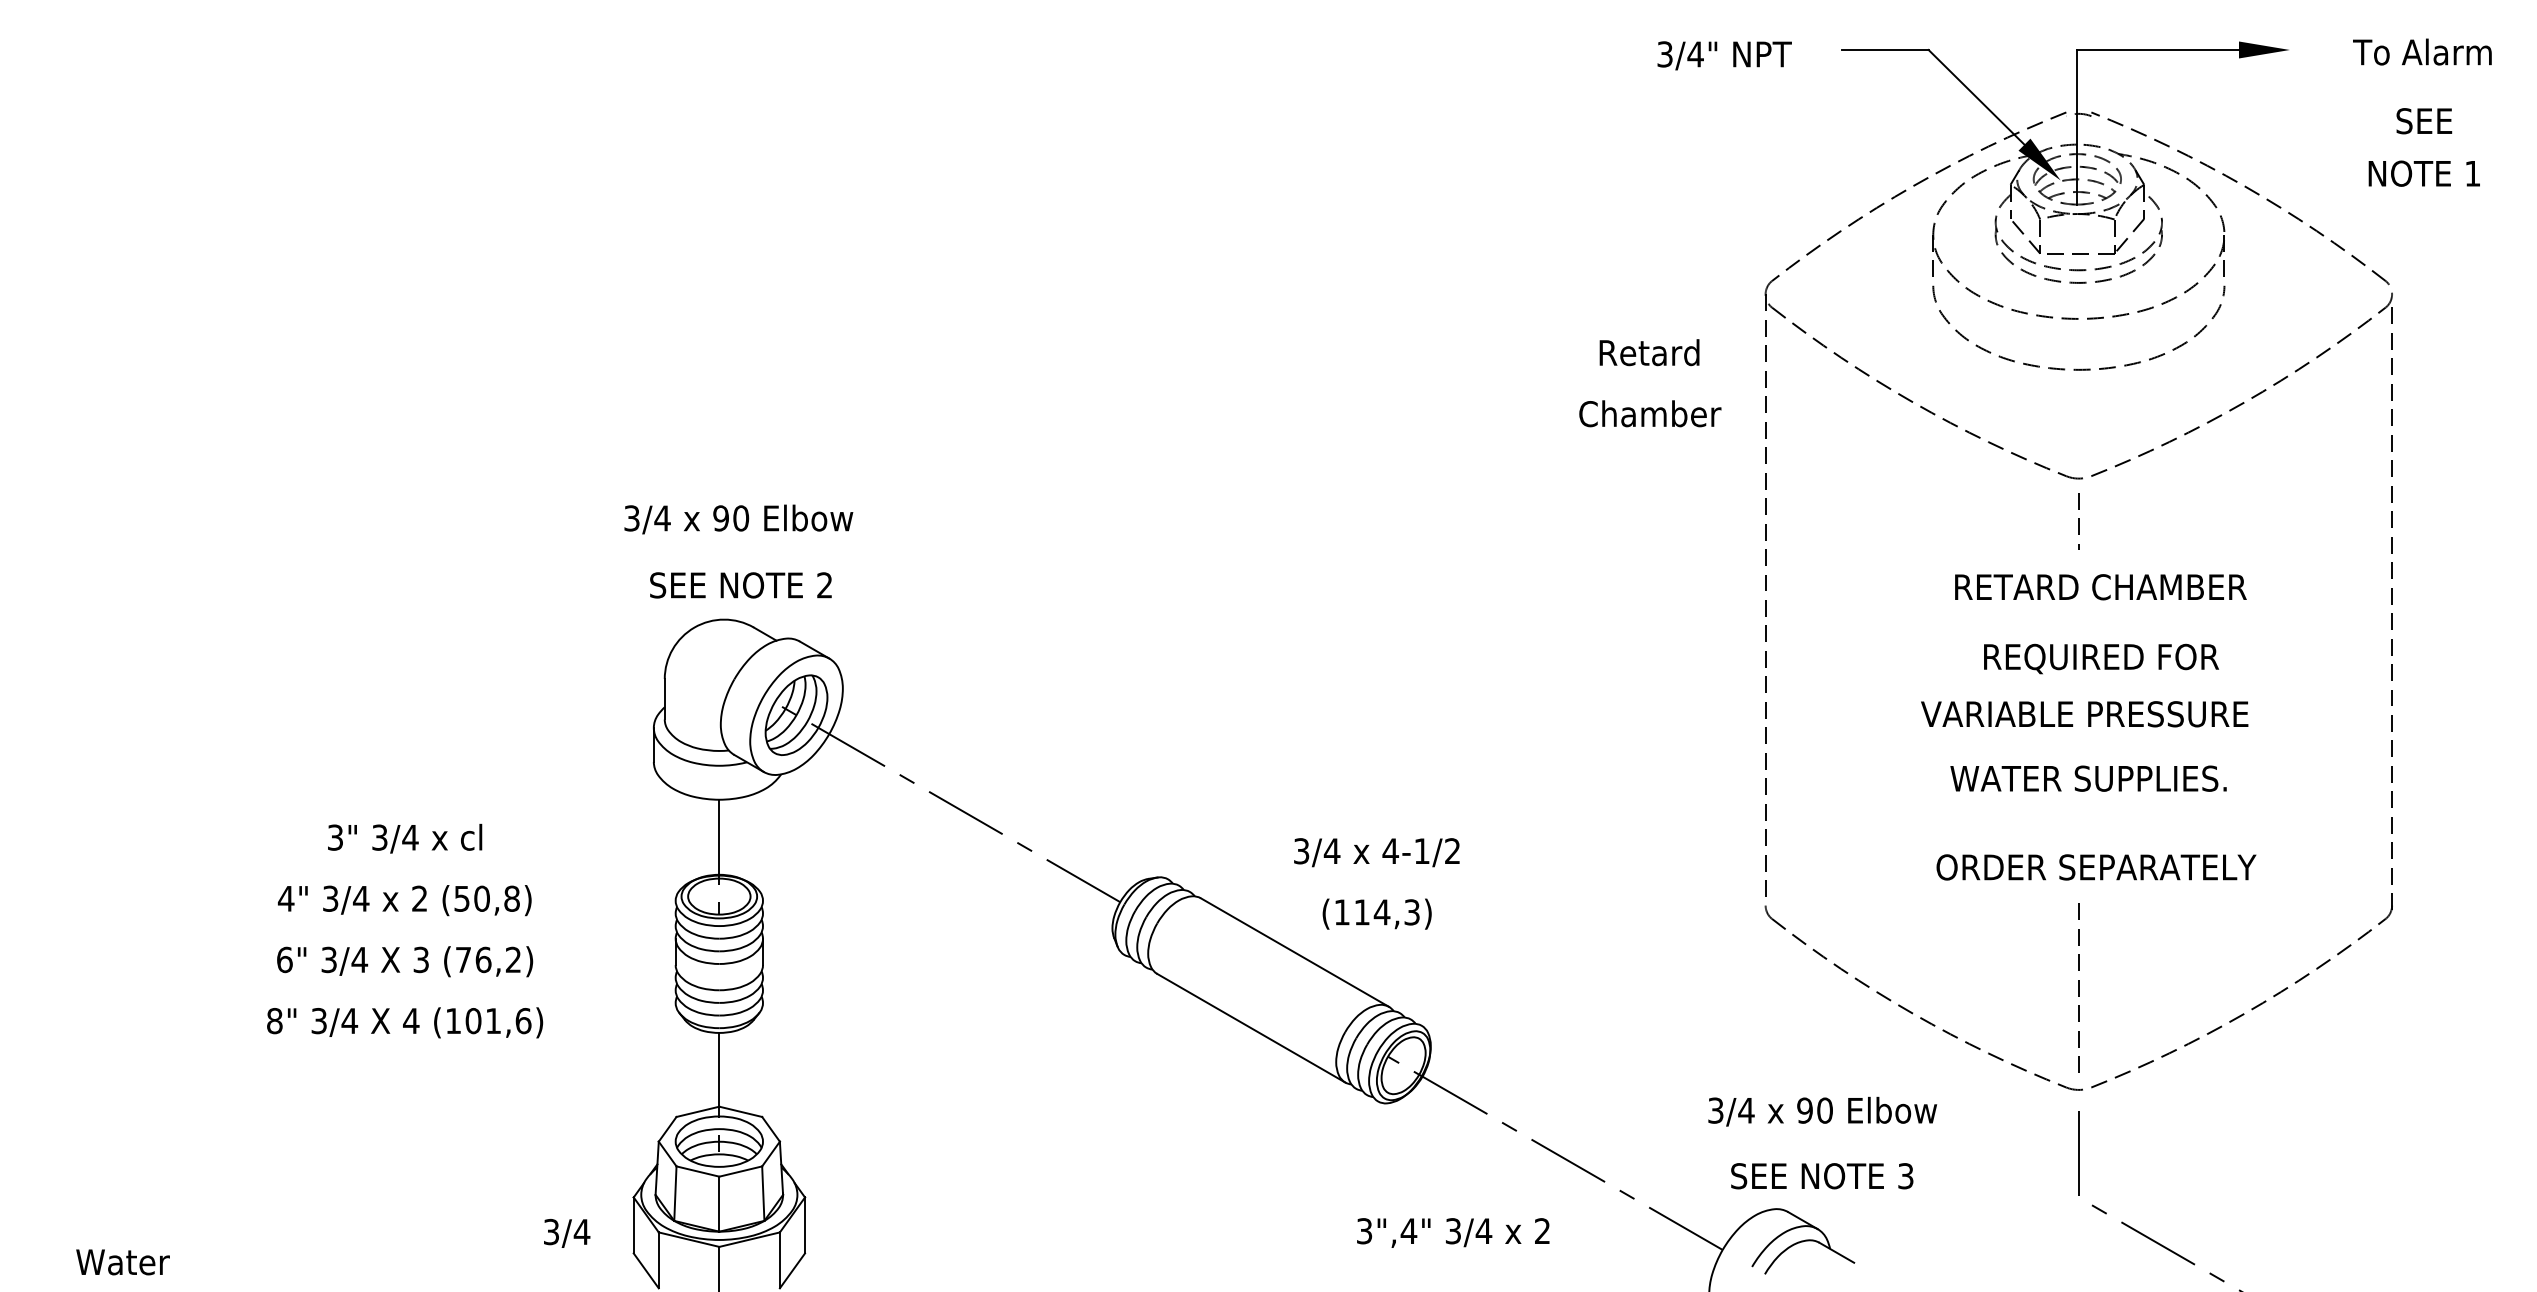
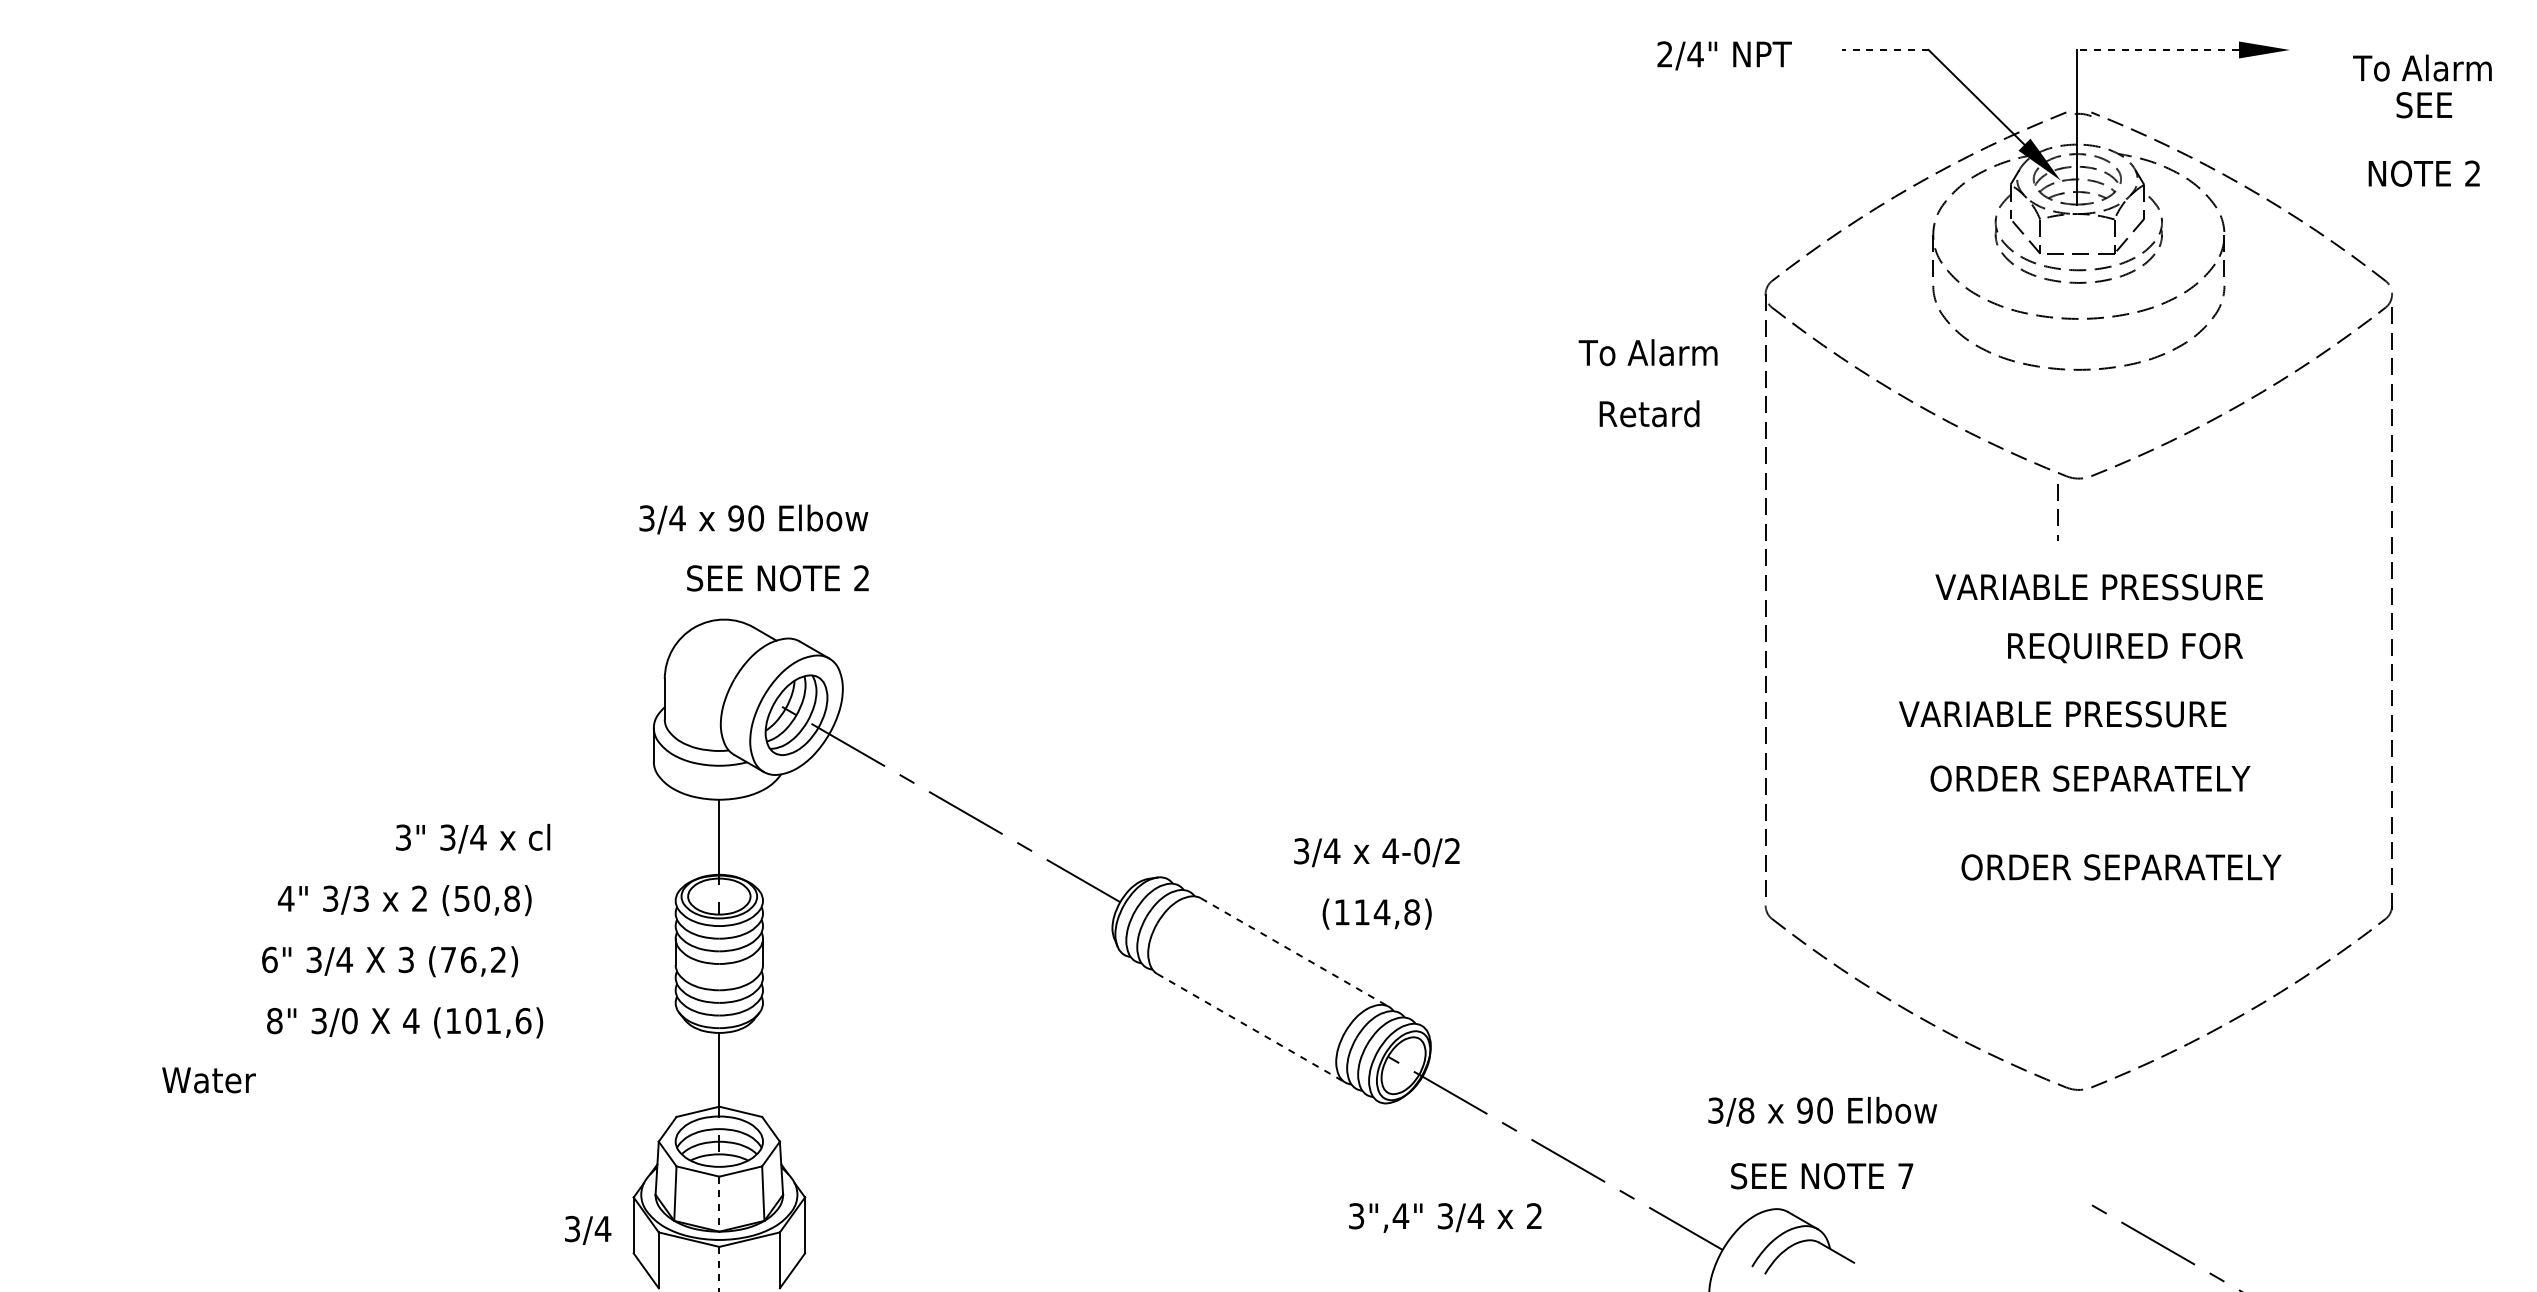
line at (1885, 50): solid -> dashed
line at (2158, 50): solid -> dashed
text at (2422, 51) position: (2422, 51) -> (2422, 67)
text at (1664, 54): 3/4" -> 2/4"
text at (2424, 121) position: (2424, 121) -> (2424, 105)
text at (2472, 173): 1 -> 2
text at (1647, 352): Retard -> To Alarm
text at (1650, 413): Chamber -> Retard
text at (738, 519) position: (738, 519) -> (753, 519)
line at (2078, 521) position: (2078, 521) -> (2057, 512)
text at (740, 585) position: (740, 585) -> (777, 578)
text at (2098, 587): RETARD CHAMBER -> VARIABLE PRESSURE
text at (2101, 658) position: (2101, 658) -> (2125, 647)
text at (2084, 714) position: (2084, 714) -> (2062, 714)
text at (2090, 778): WATER SUPPLIES. -> ORDER SEPARATELY
text at (405, 838) position: (405, 838) -> (473, 838)
text at (1421, 851): 4-1/2 -> 4-0/2
text at (2096, 867) position: (2096, 867) -> (2121, 867)
text at (360, 898): 3/4 -> 3/3
text at (1411, 912): (114,3) -> (114,8)
line at (1294, 952): solid -> dashed
text at (405, 961) position: (405, 961) -> (390, 961)
line at (2078, 987): present -> none
text at (349, 1021): 3/4 -> 3/0
line at (1251, 1028): solid -> dashed
text at (1746, 1110): 3/4 -> 3/8
line at (2078, 1153): present -> none
text at (1905, 1176): 3 -> 7
line at (719, 1204): solid -> dashed
text at (1453, 1232) position: (1453, 1232) -> (1445, 1217)
text at (567, 1233) position: (567, 1233) -> (588, 1230)
text at (122, 1262) position: (122, 1262) -> (208, 1080)
line at (719, 1269): solid -> dashed
